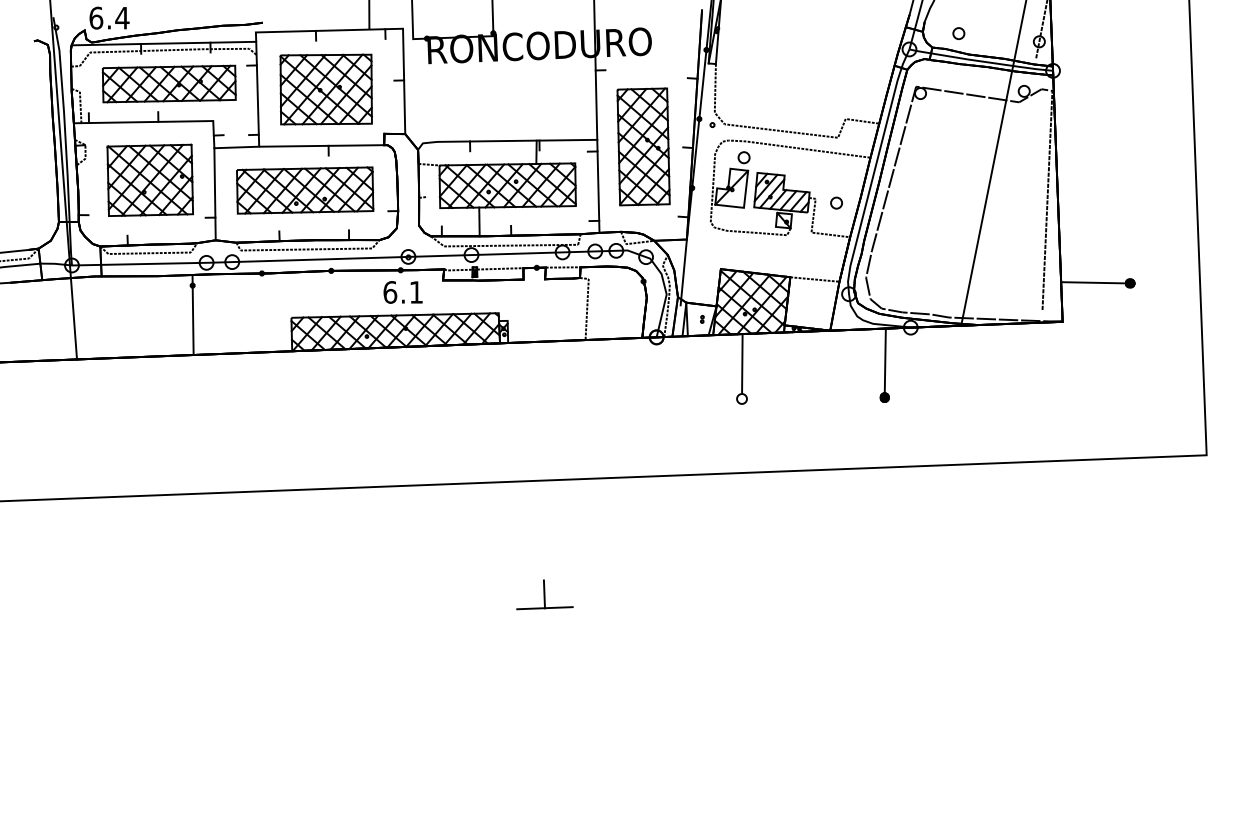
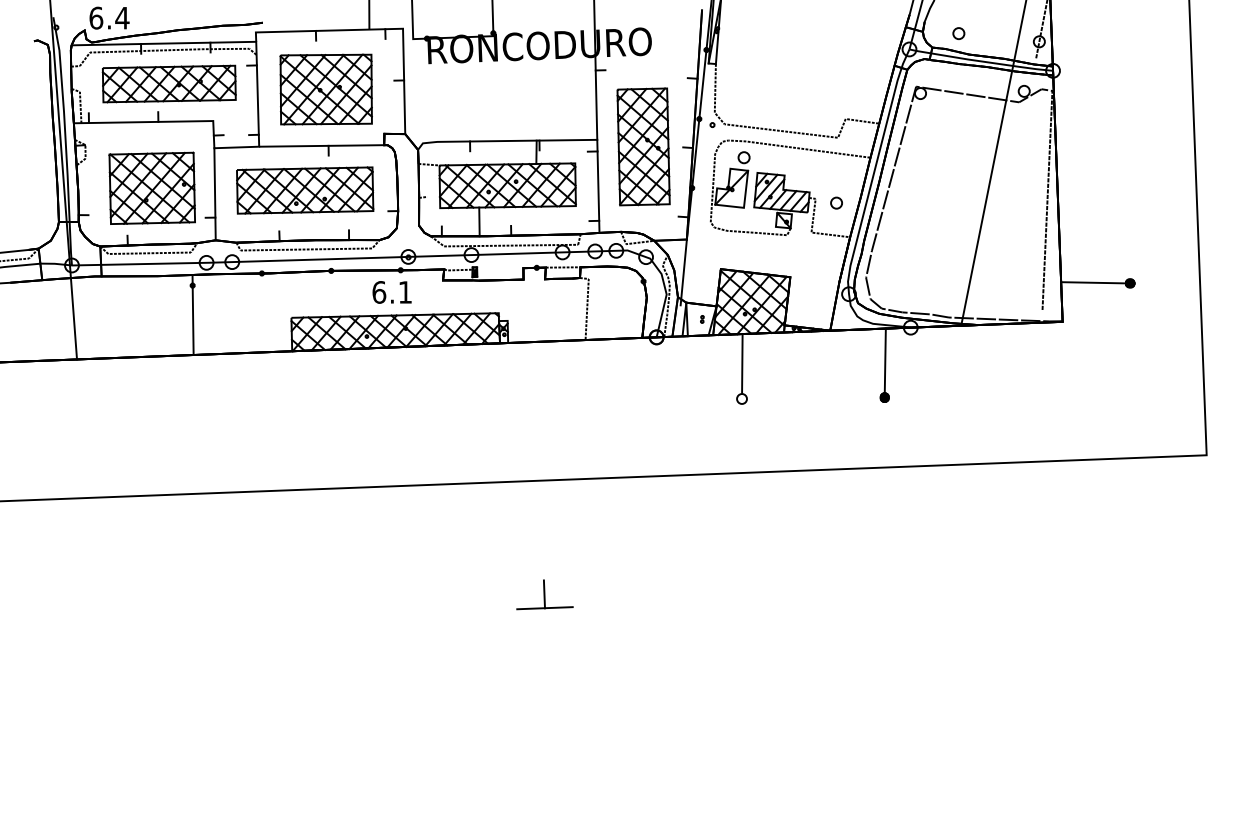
part at (149, 179) position: (149, 179) -> (151, 187)
line at (500, 268): present -> none
line at (814, 279): present -> none
text at (402, 292) position: (402, 292) -> (391, 292)
